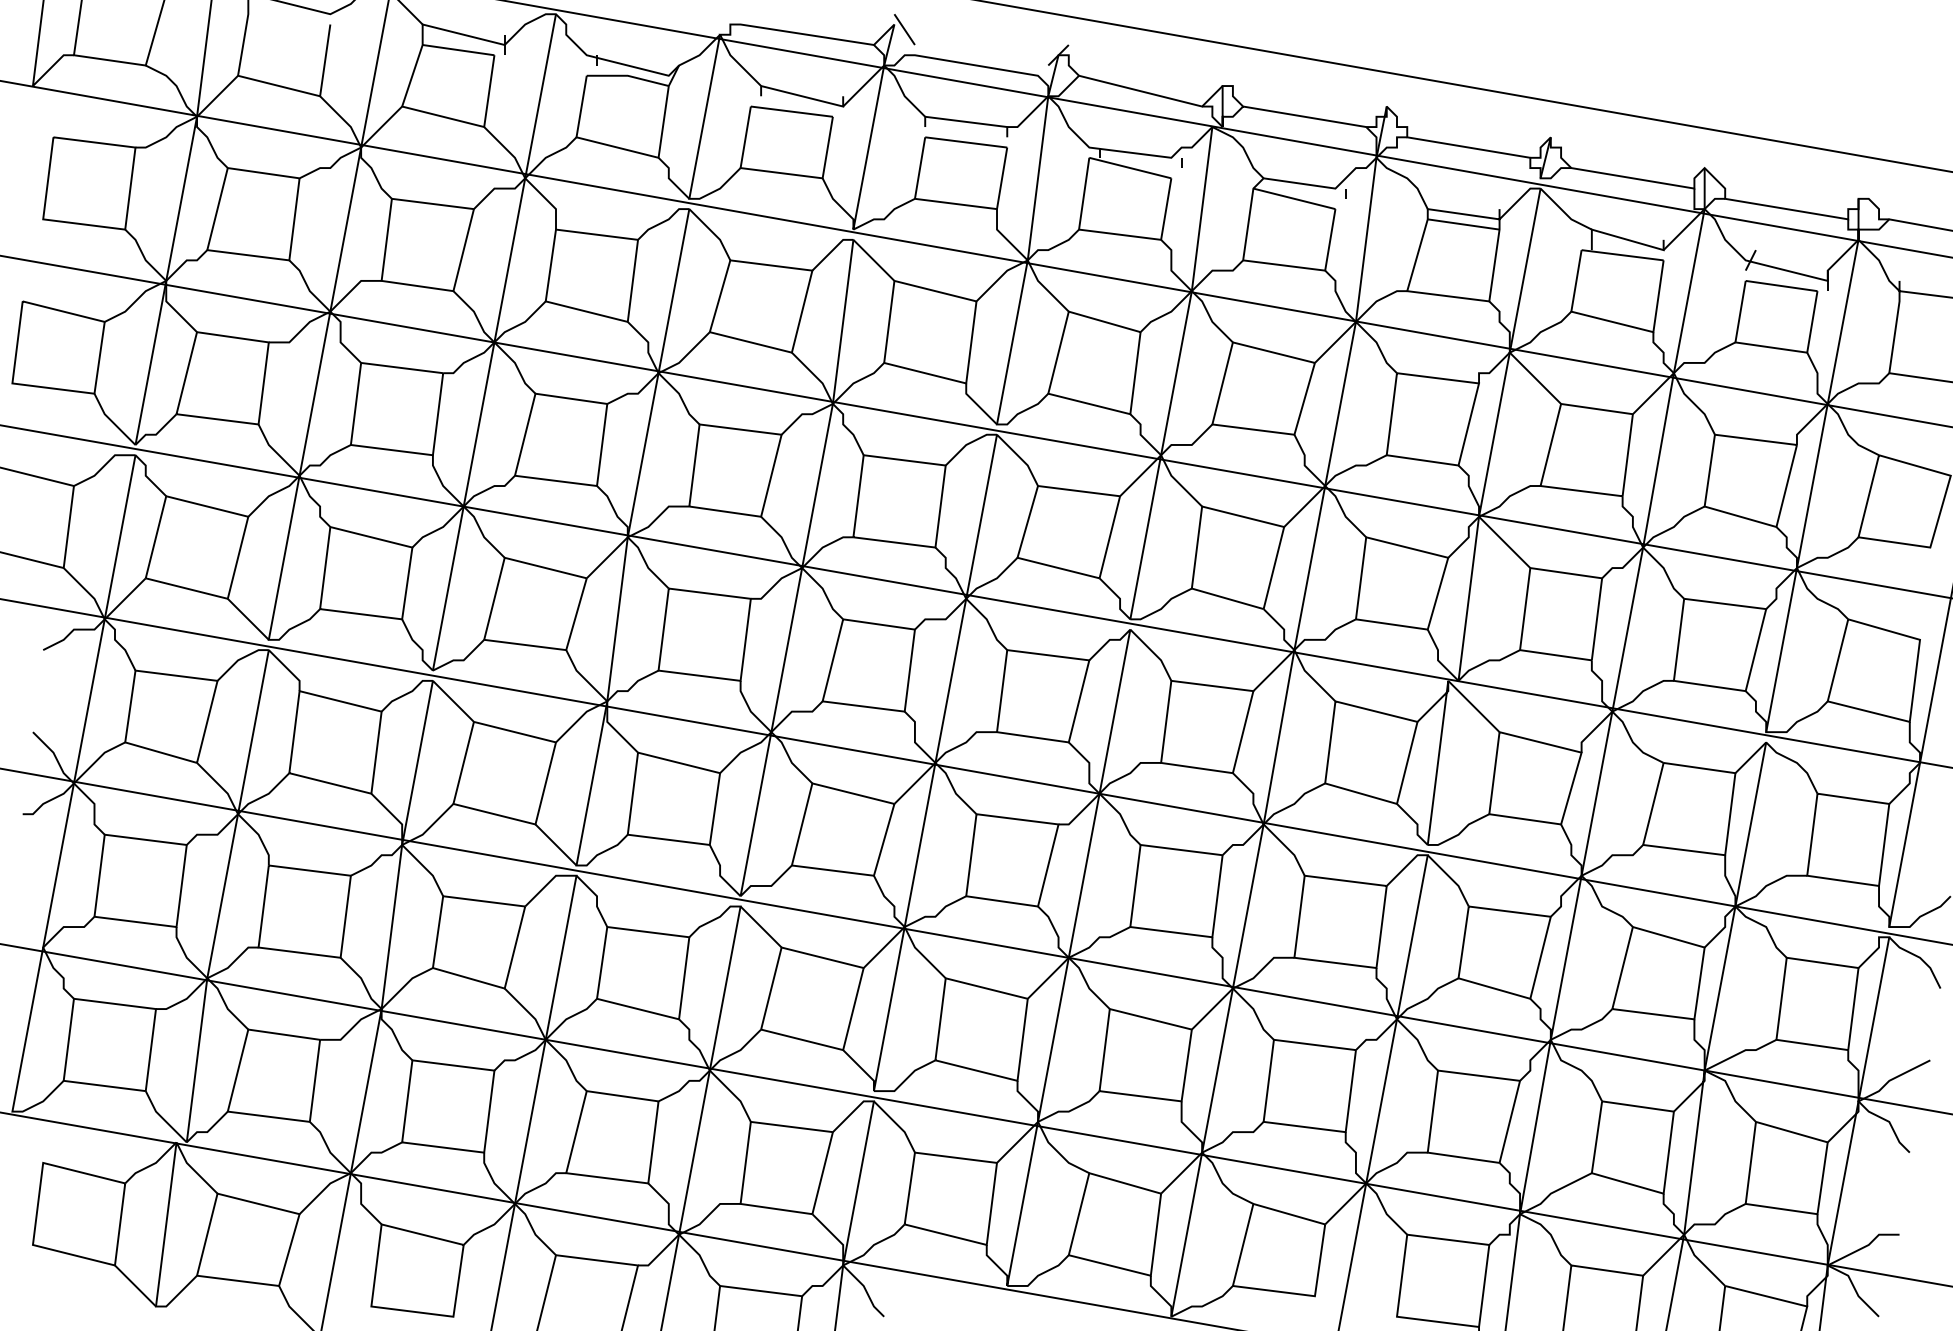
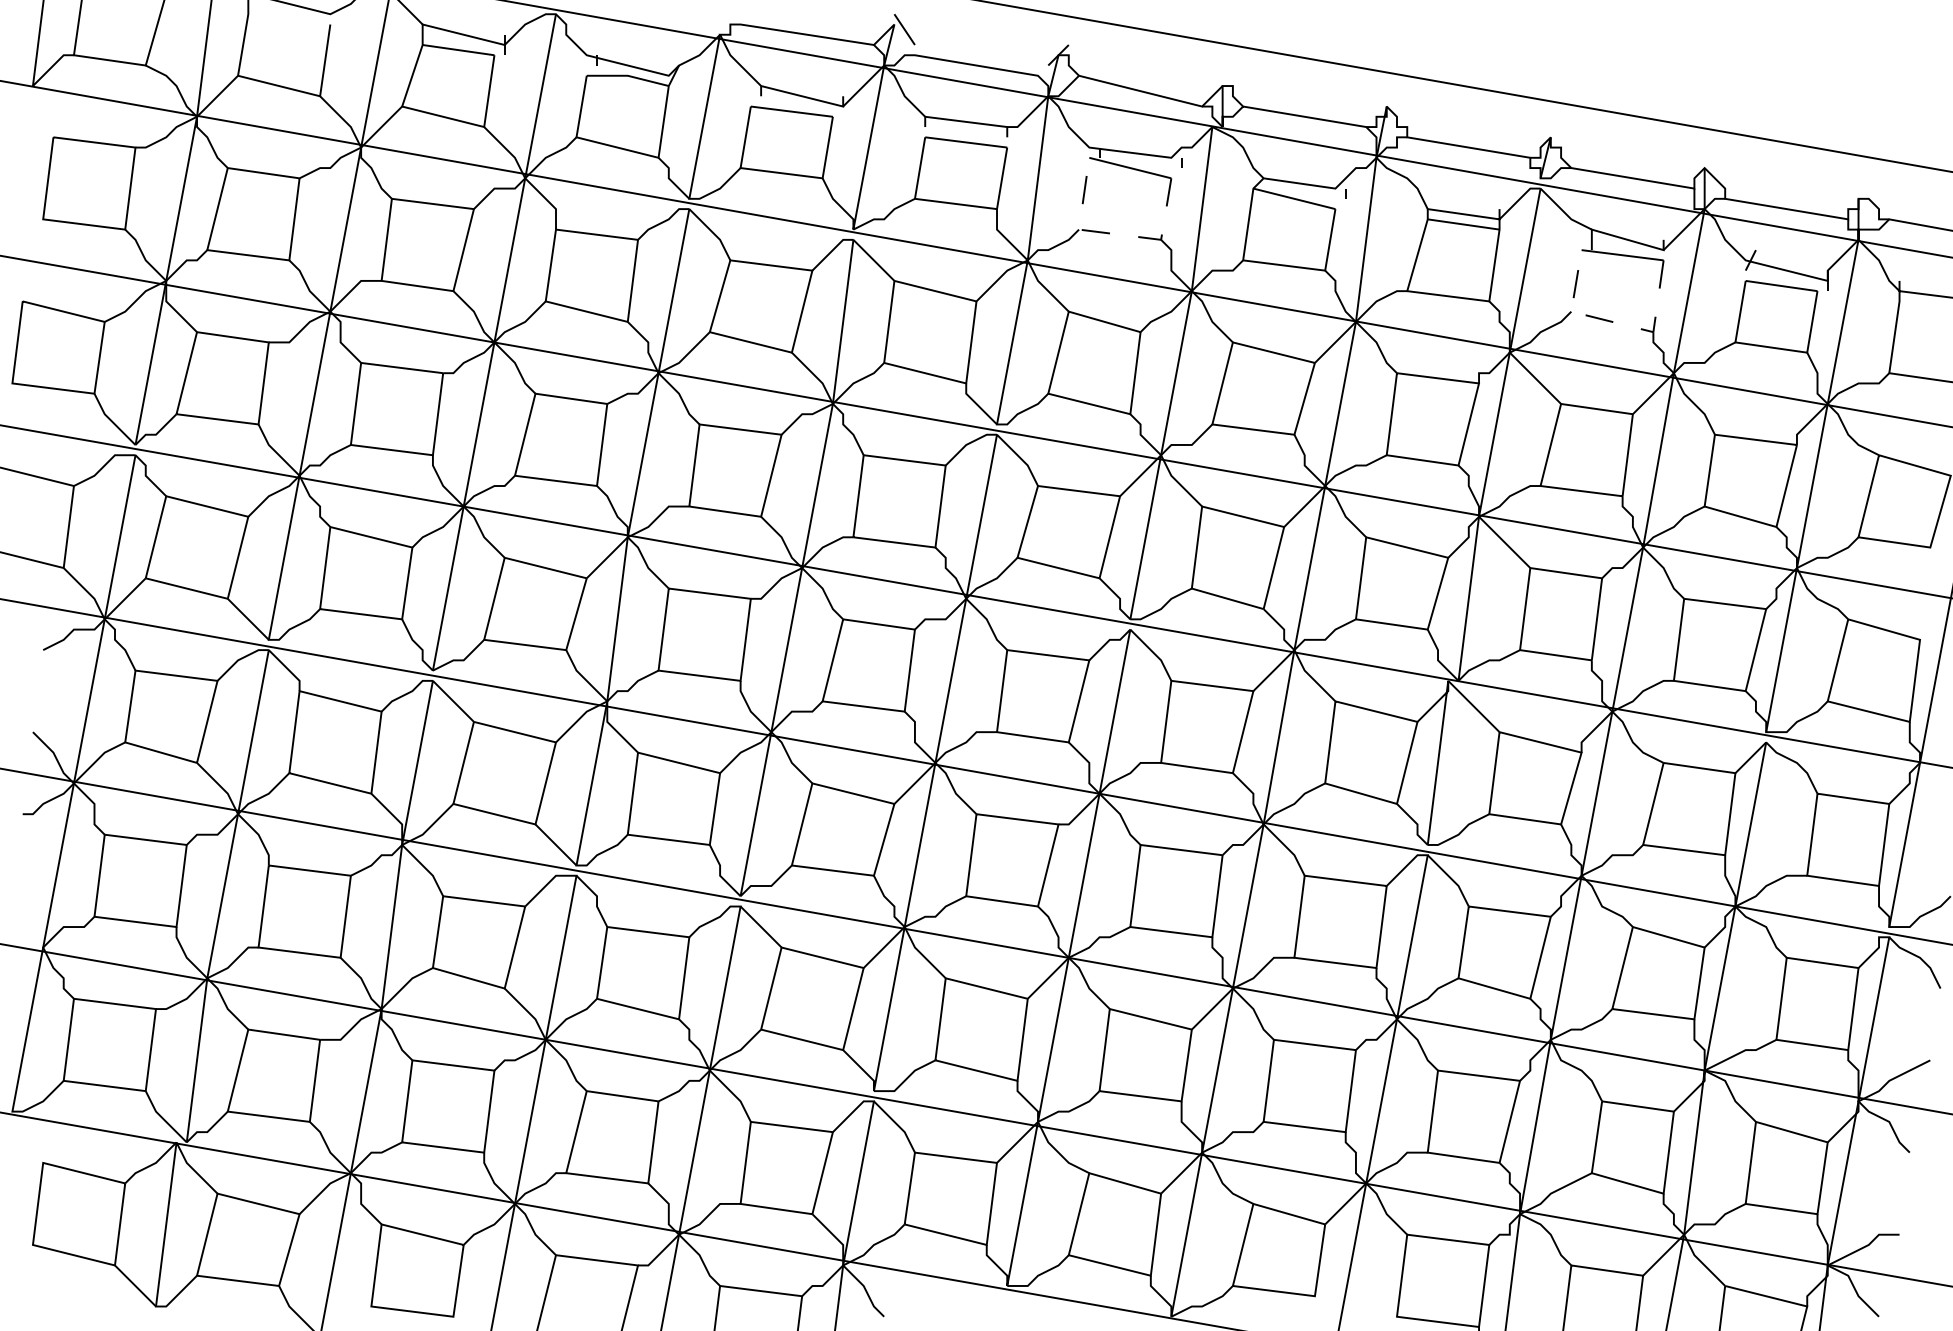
line at (1114, 234): solid -> dashed
line at (1616, 323): solid -> dashed
